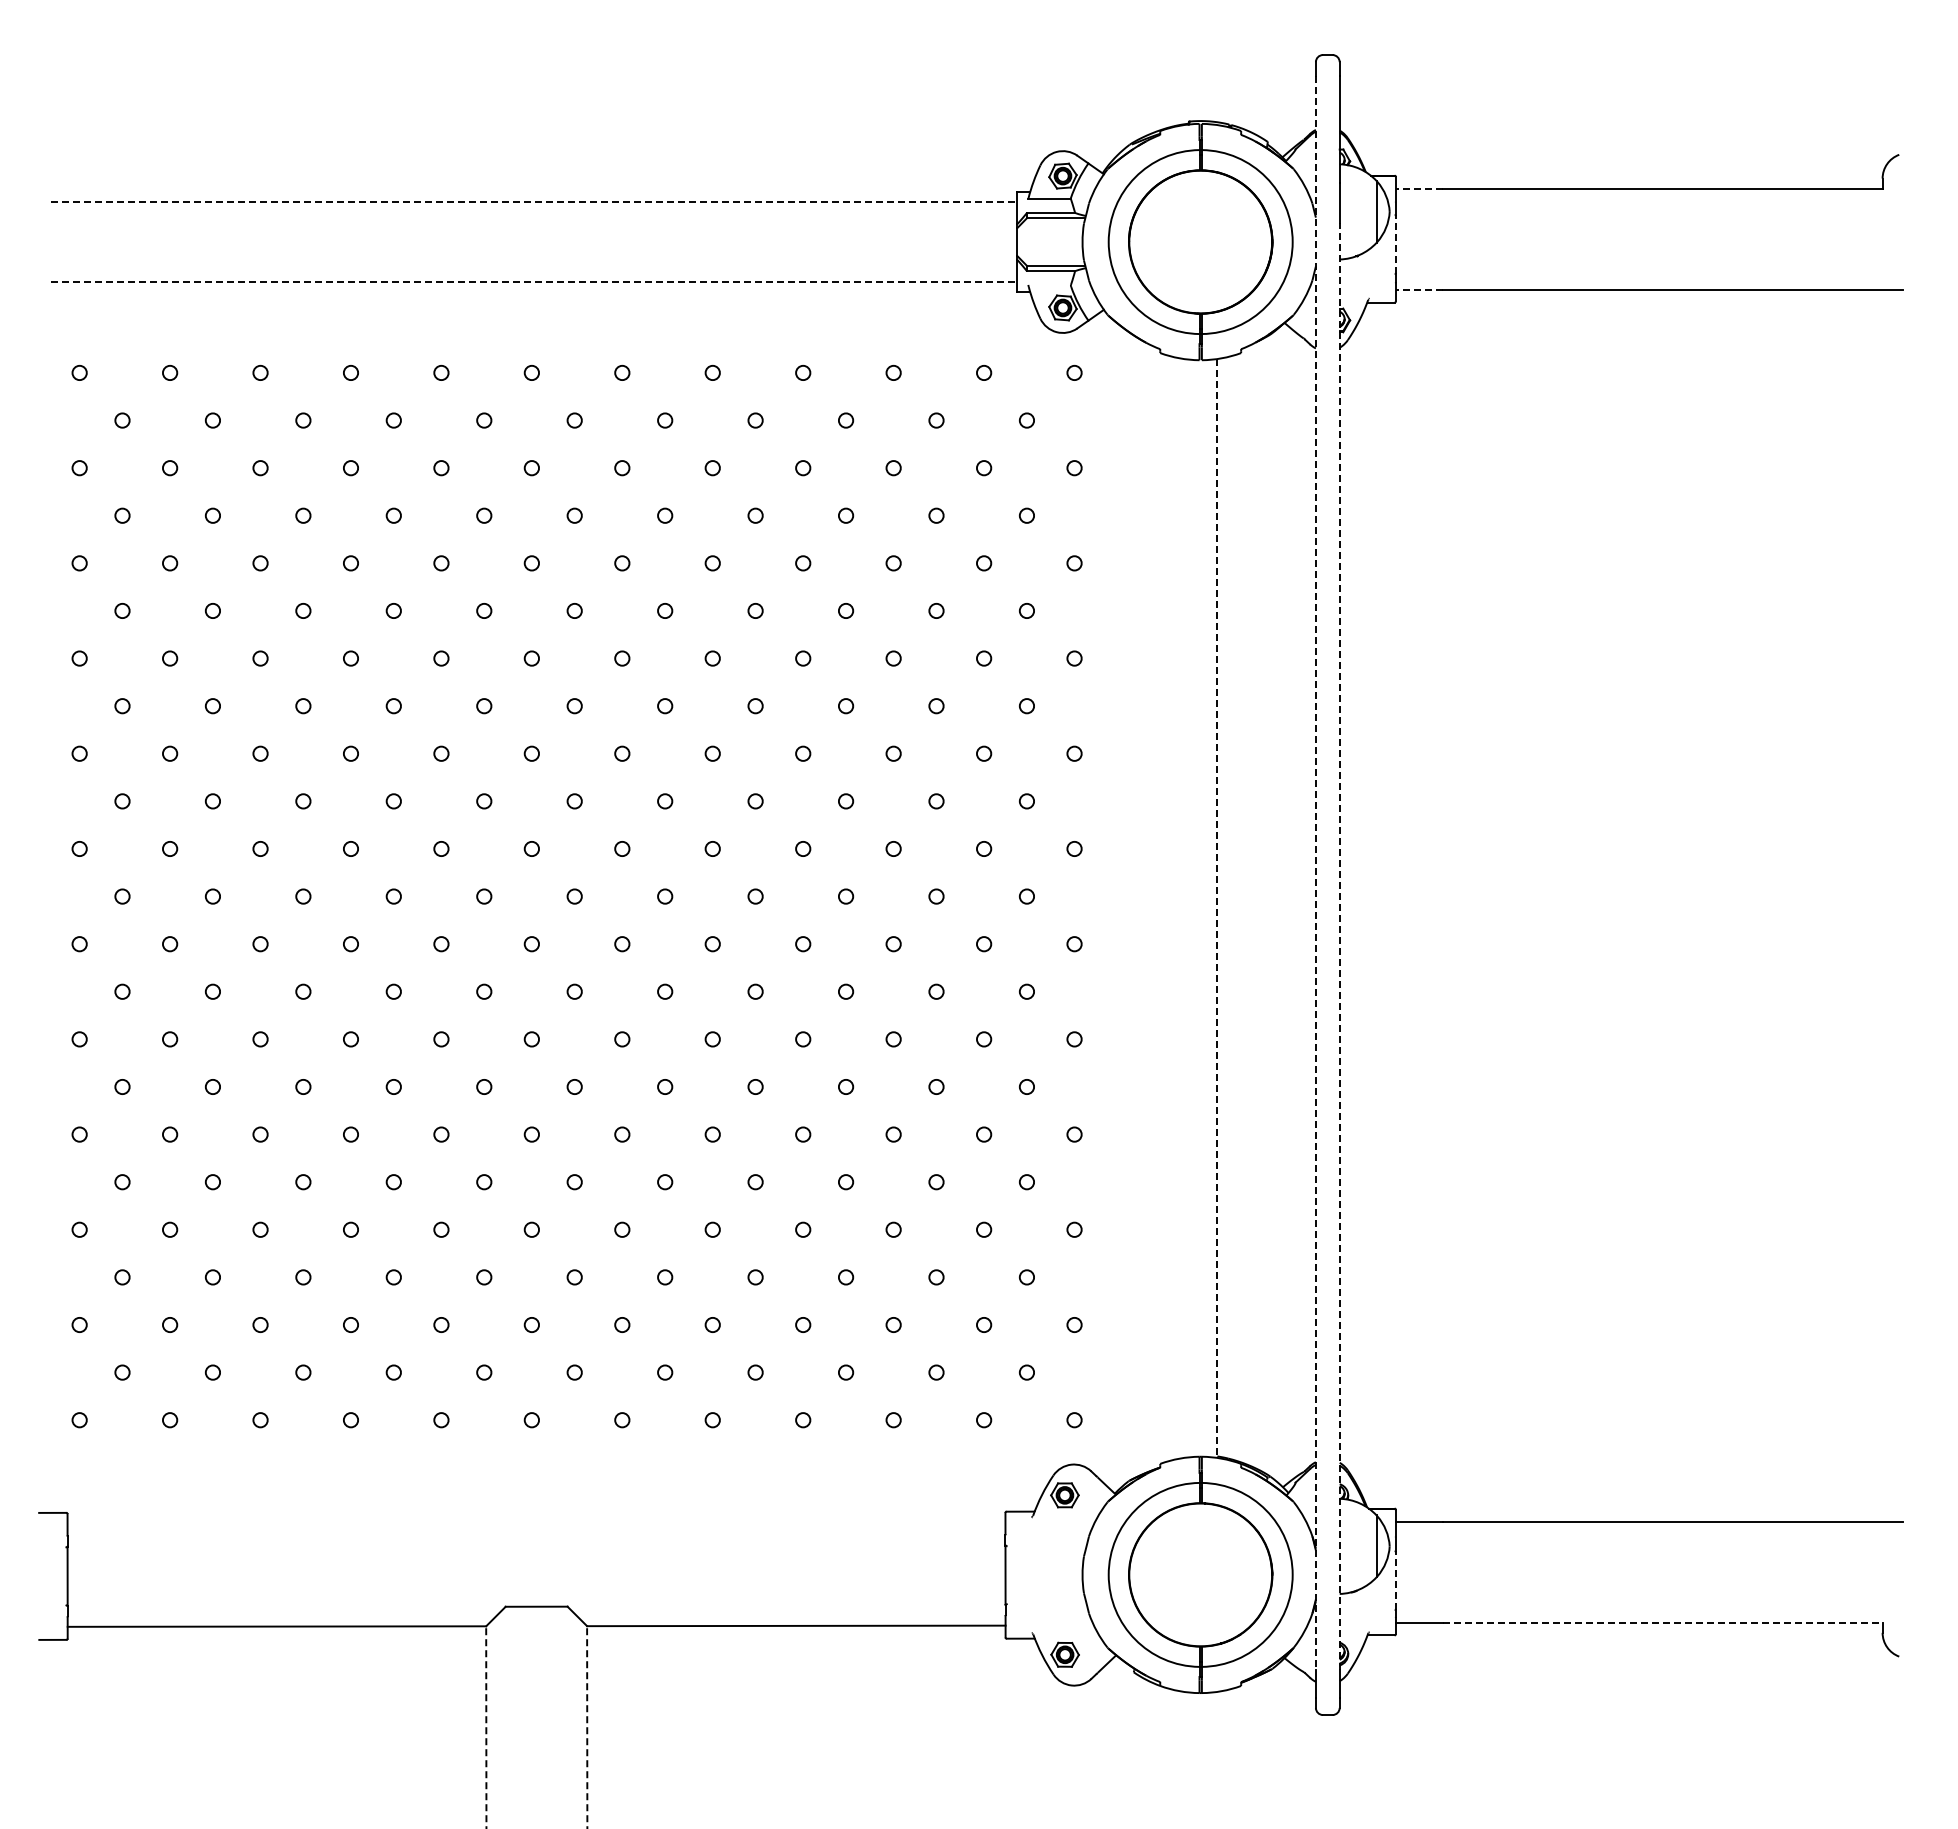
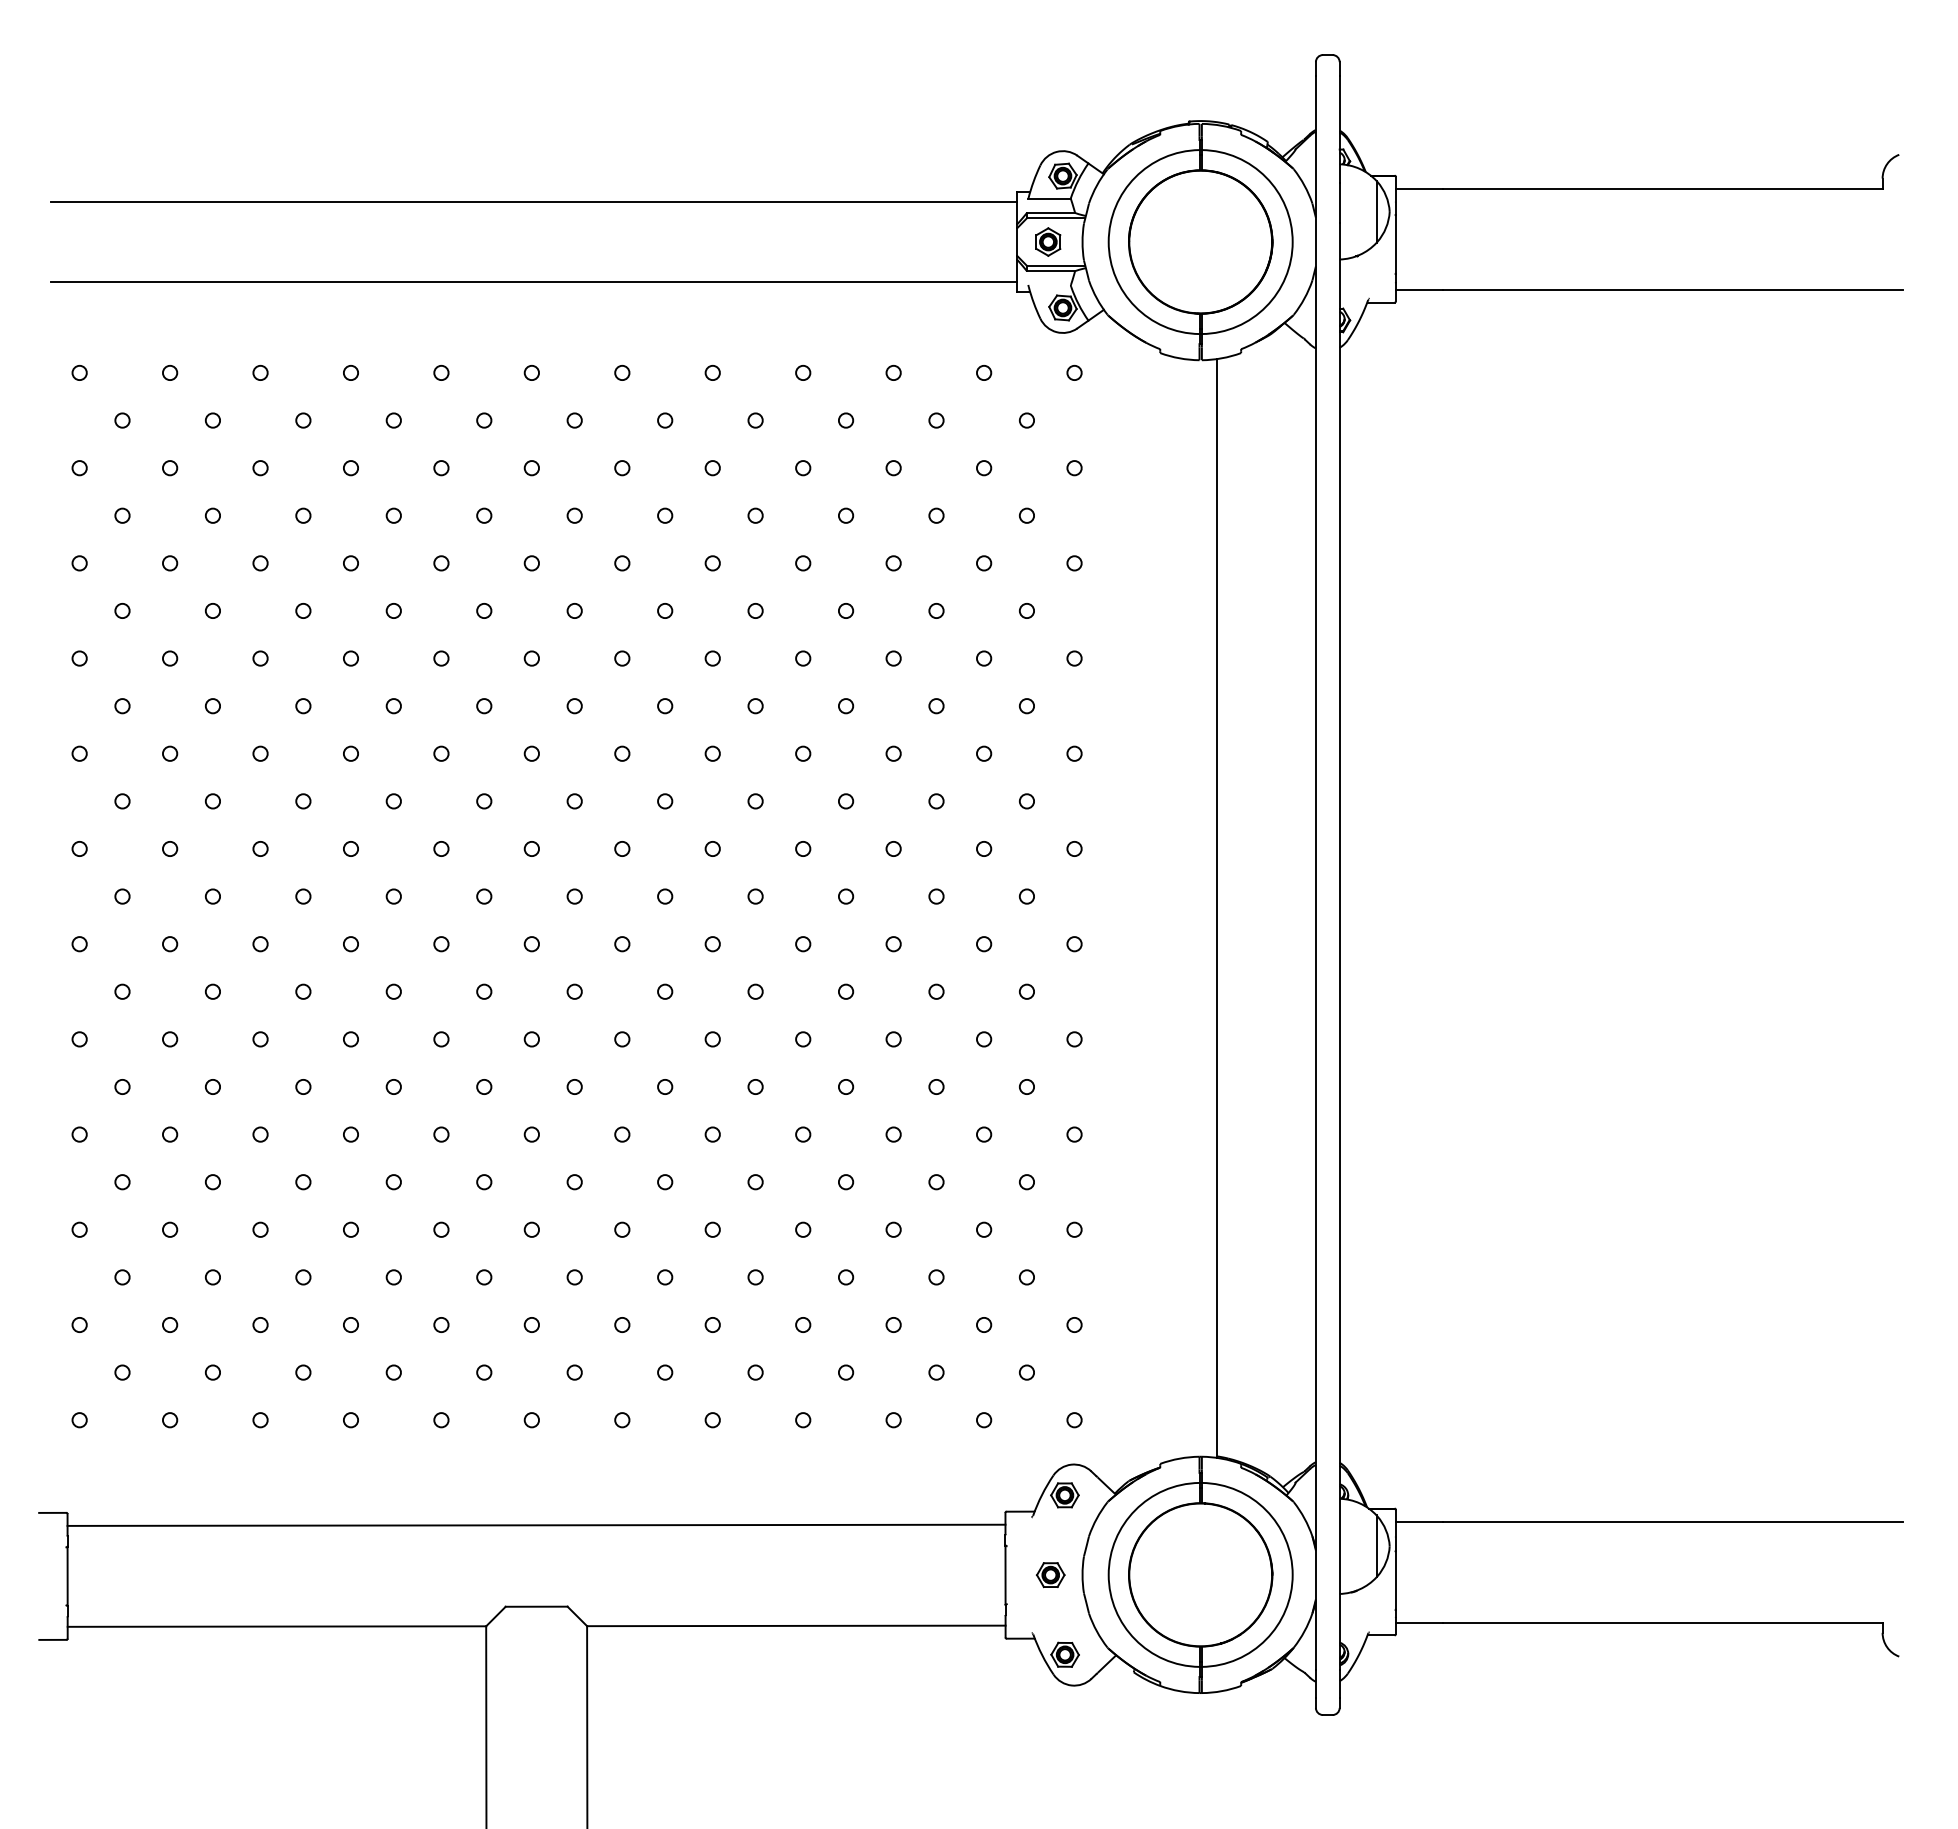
line at (1419, 188): dashed -> solid
line at (534, 201): dashed -> solid
part at (1048, 241): none -> present
line at (1395, 244): dashed -> solid
line at (534, 282): dashed -> solid
line at (1419, 289): dashed -> solid
line at (1315, 873): dashed -> solid
line at (1217, 909): dashed -> solid
line at (1339, 946): dashed -> solid
line at (536, 1524): none -> present
part at (1050, 1575): none -> present
line at (1395, 1580): dashed -> solid
line at (1663, 1622): dashed -> solid
line at (486, 1727): dashed -> solid
line at (587, 1727): dashed -> solid
